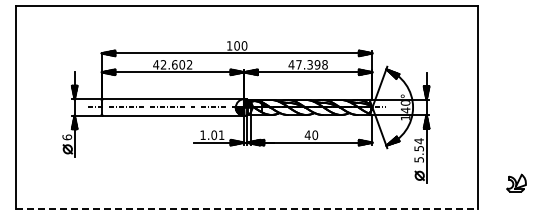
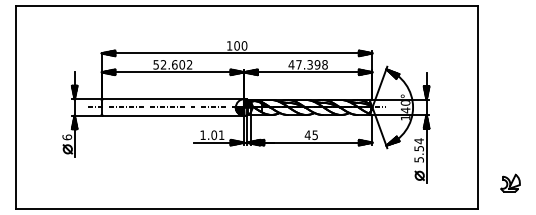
text at (156, 64): 42.602 -> 52.602
text at (315, 135): 40 -> 45
part at (516, 182) position: (516, 182) -> (510, 182)
line at (246, 208): dashed -> solid
